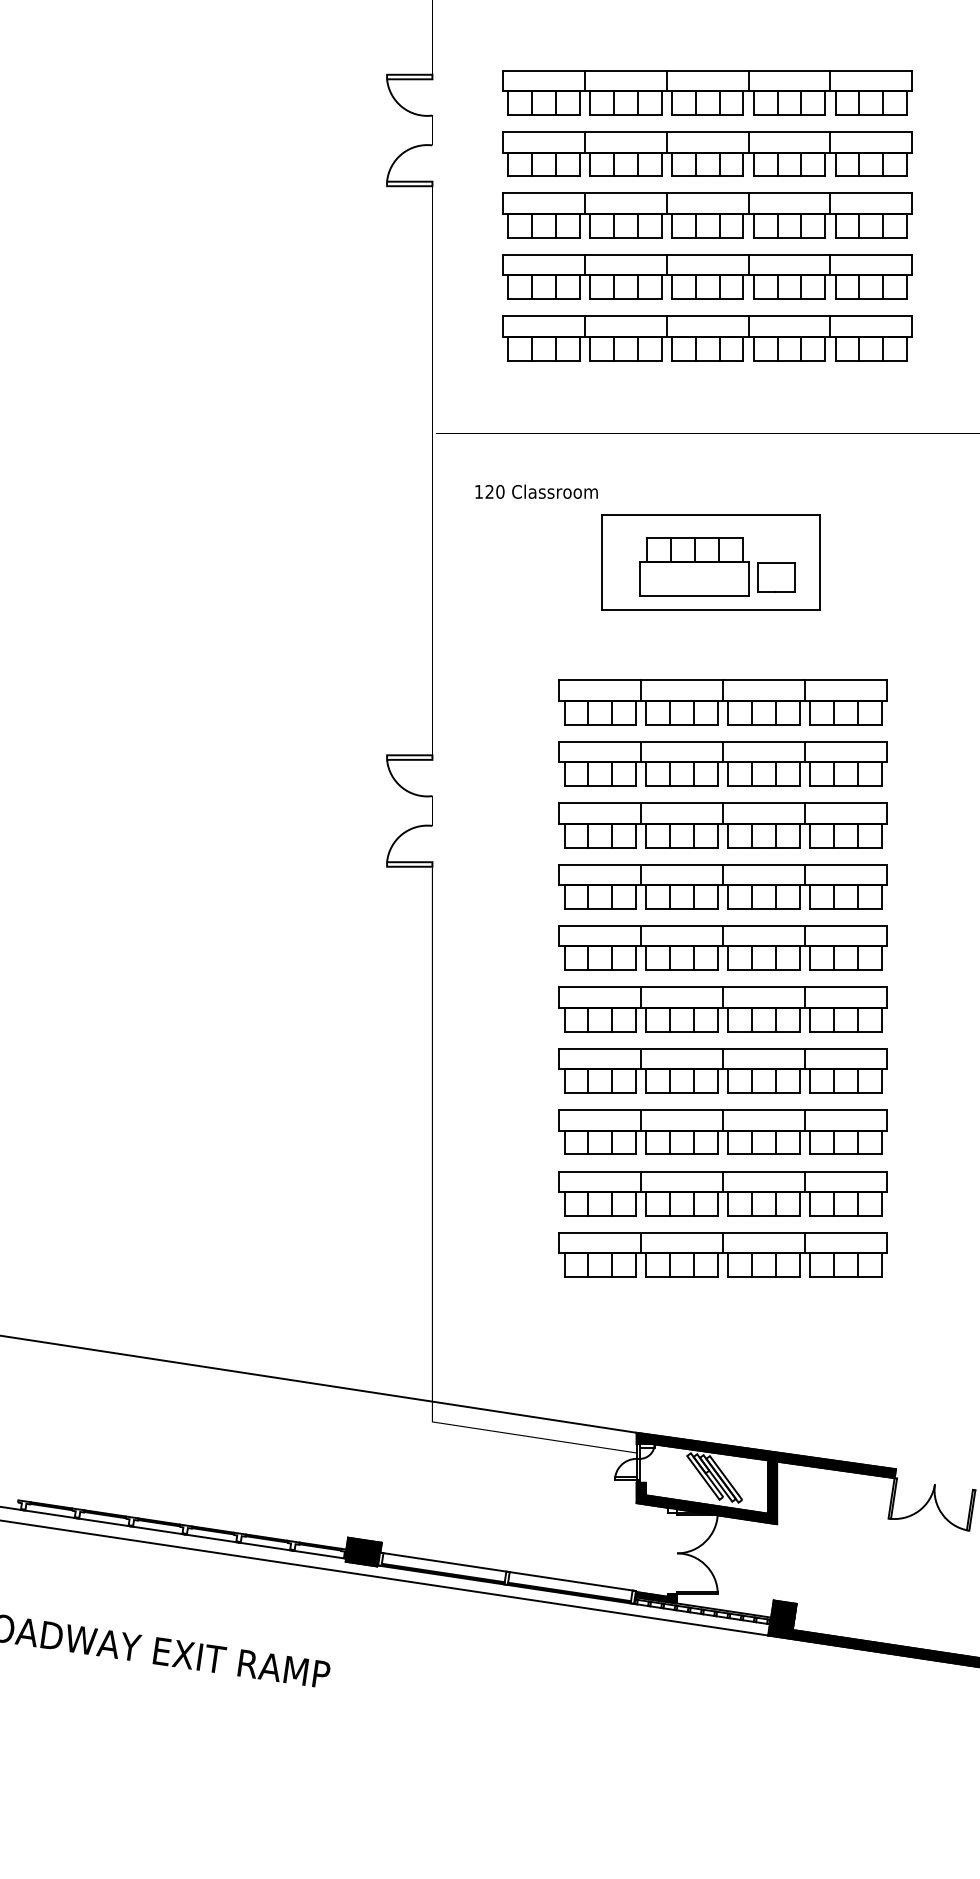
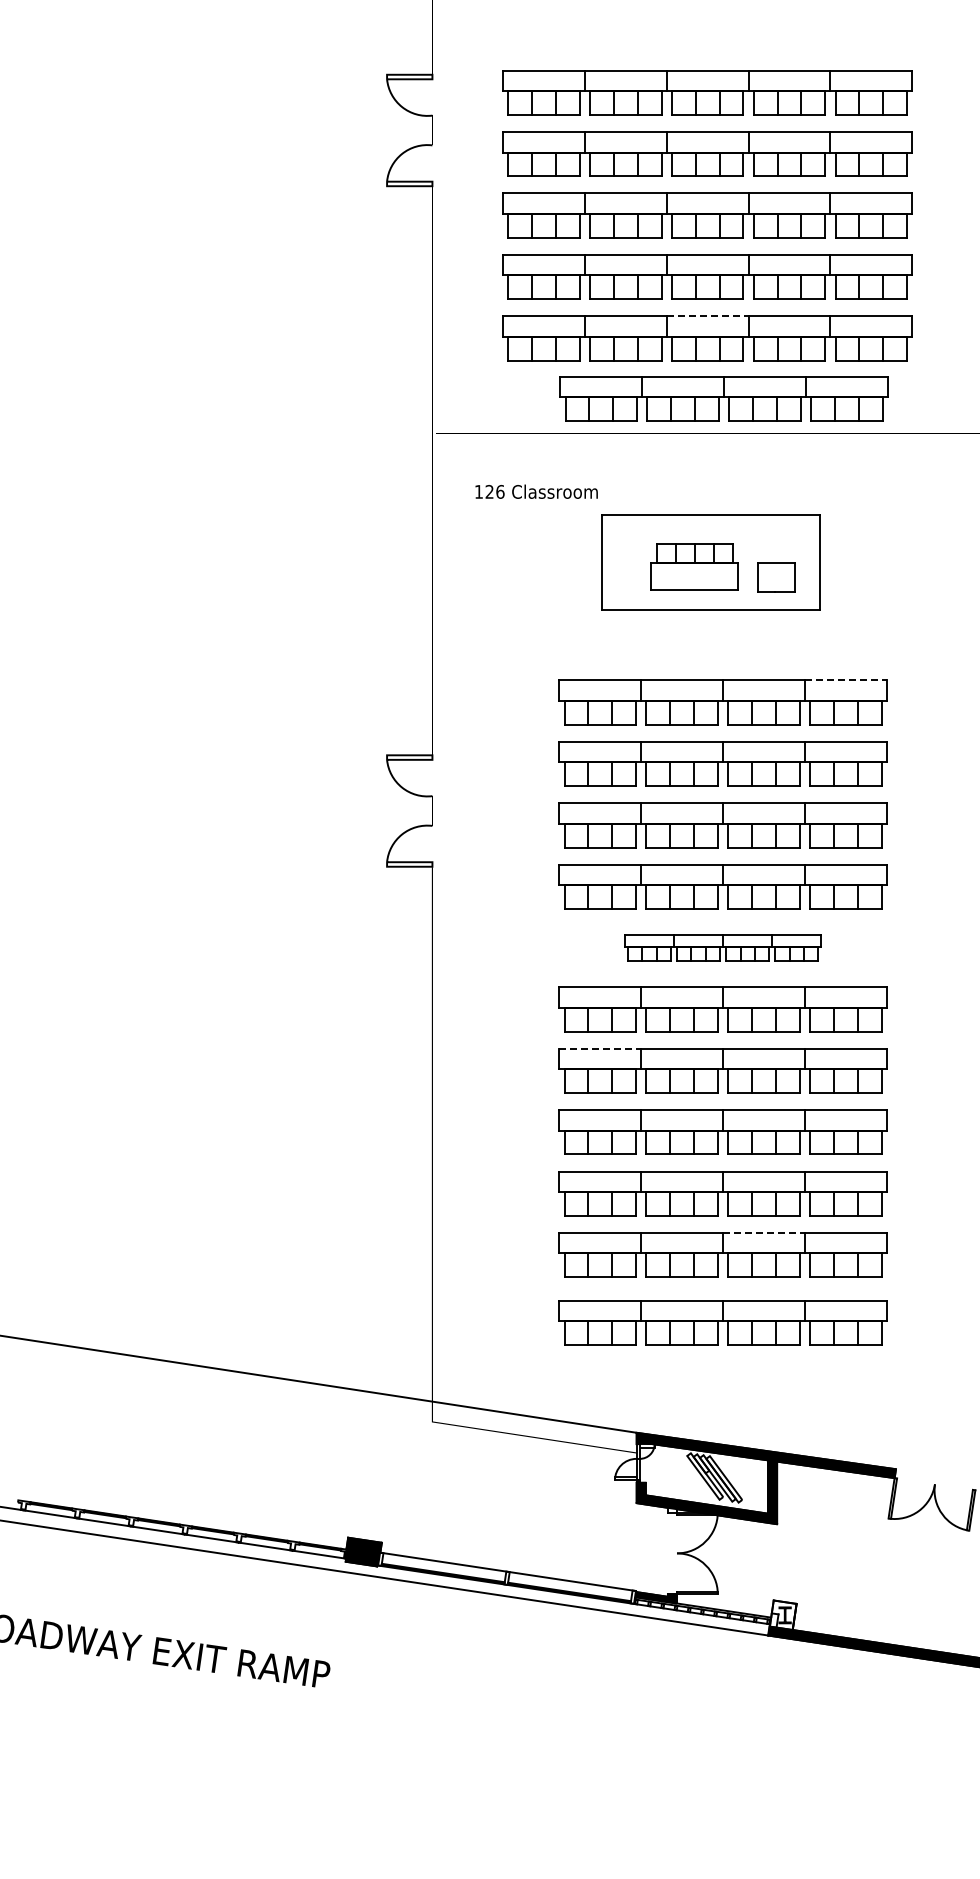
line at (707, 316): solid -> dashed
part at (723, 398): none -> present
text at (500, 491): 120 -> 126
part at (694, 566) size: 111x60 px -> 89x48 px
line at (845, 680): solid -> dashed
part at (722, 947) size: 330x46 px -> 198x28 px
line at (600, 1048): solid -> dashed
line at (764, 1232): solid -> dashed
part at (722, 1322): none -> present
fill at (782, 1615): present -> none
